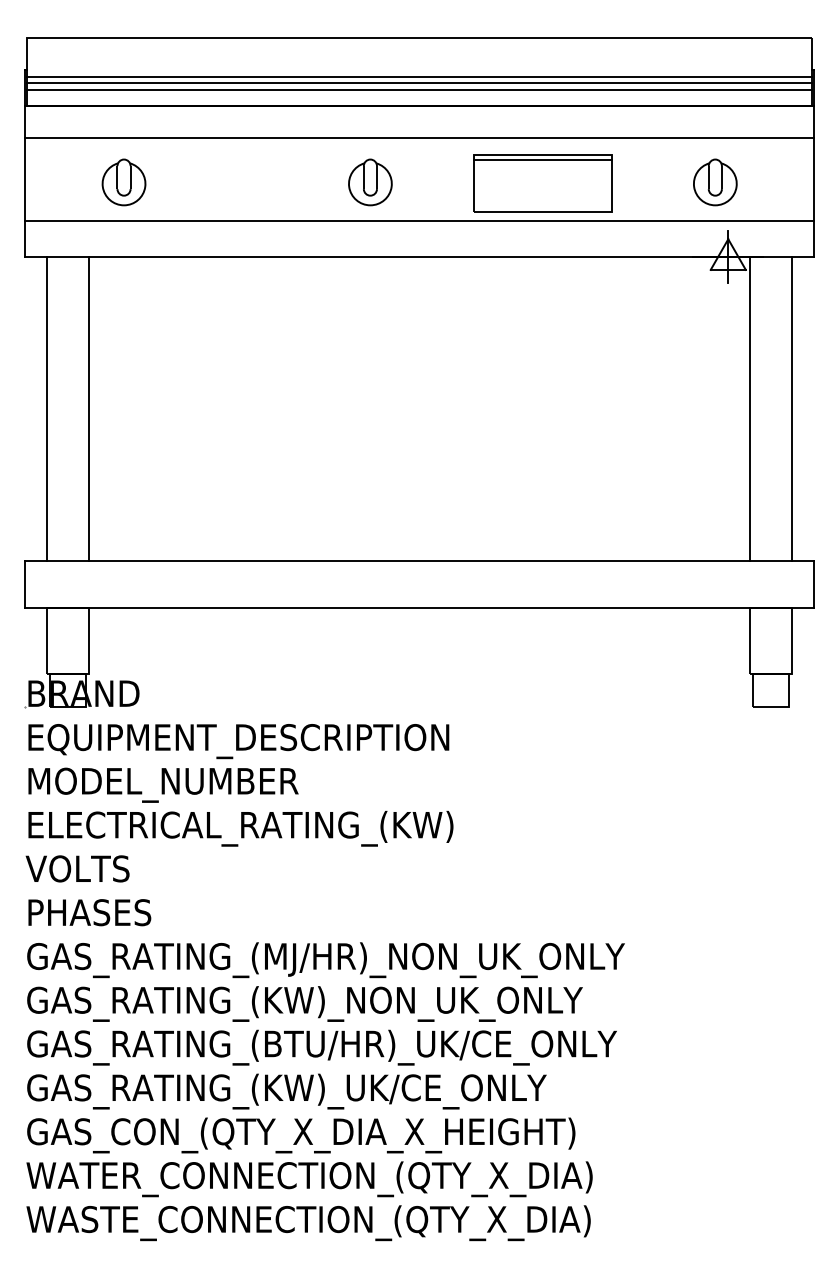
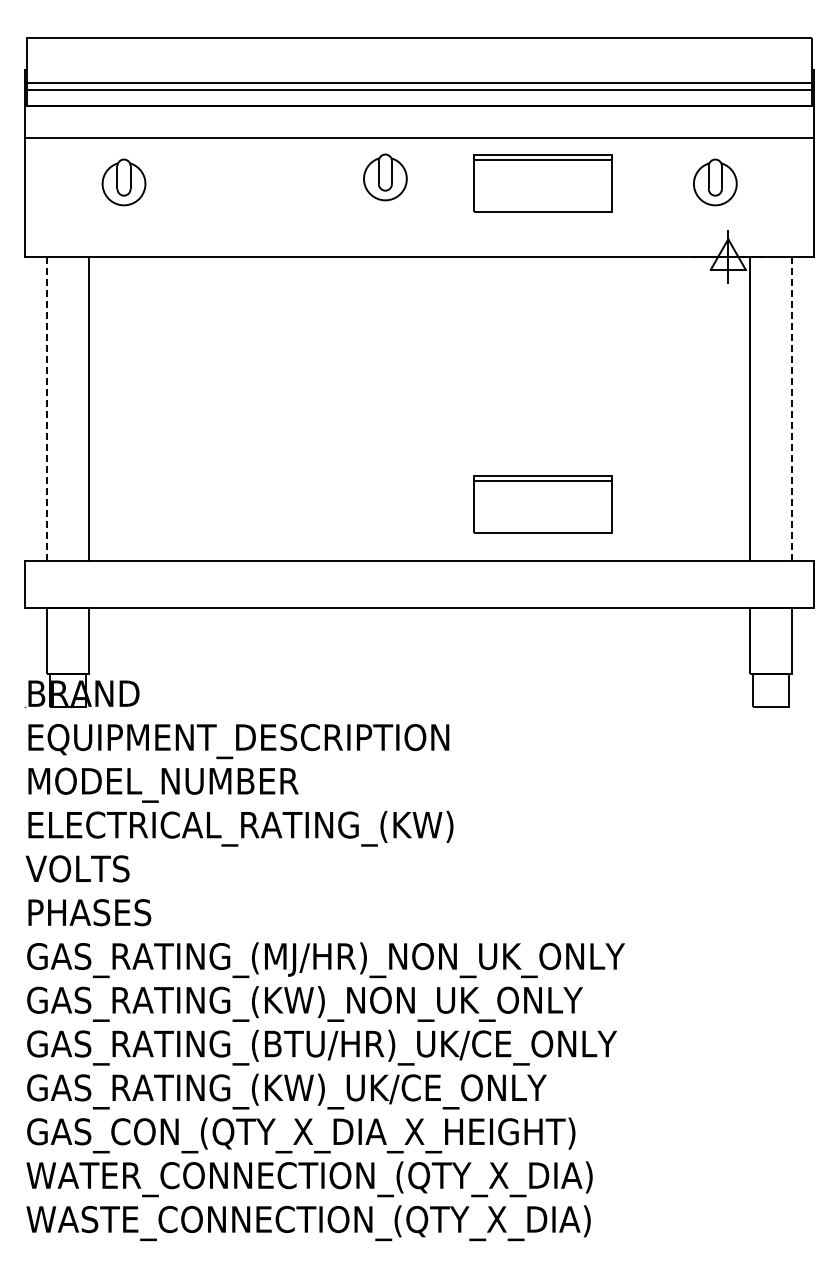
line at (419, 77): present -> none
part at (370, 182) position: (370, 182) -> (385, 177)
line at (419, 220): present -> none
line at (47, 408): solid -> dashed
line at (791, 408): solid -> dashed
part at (542, 504): none -> present
